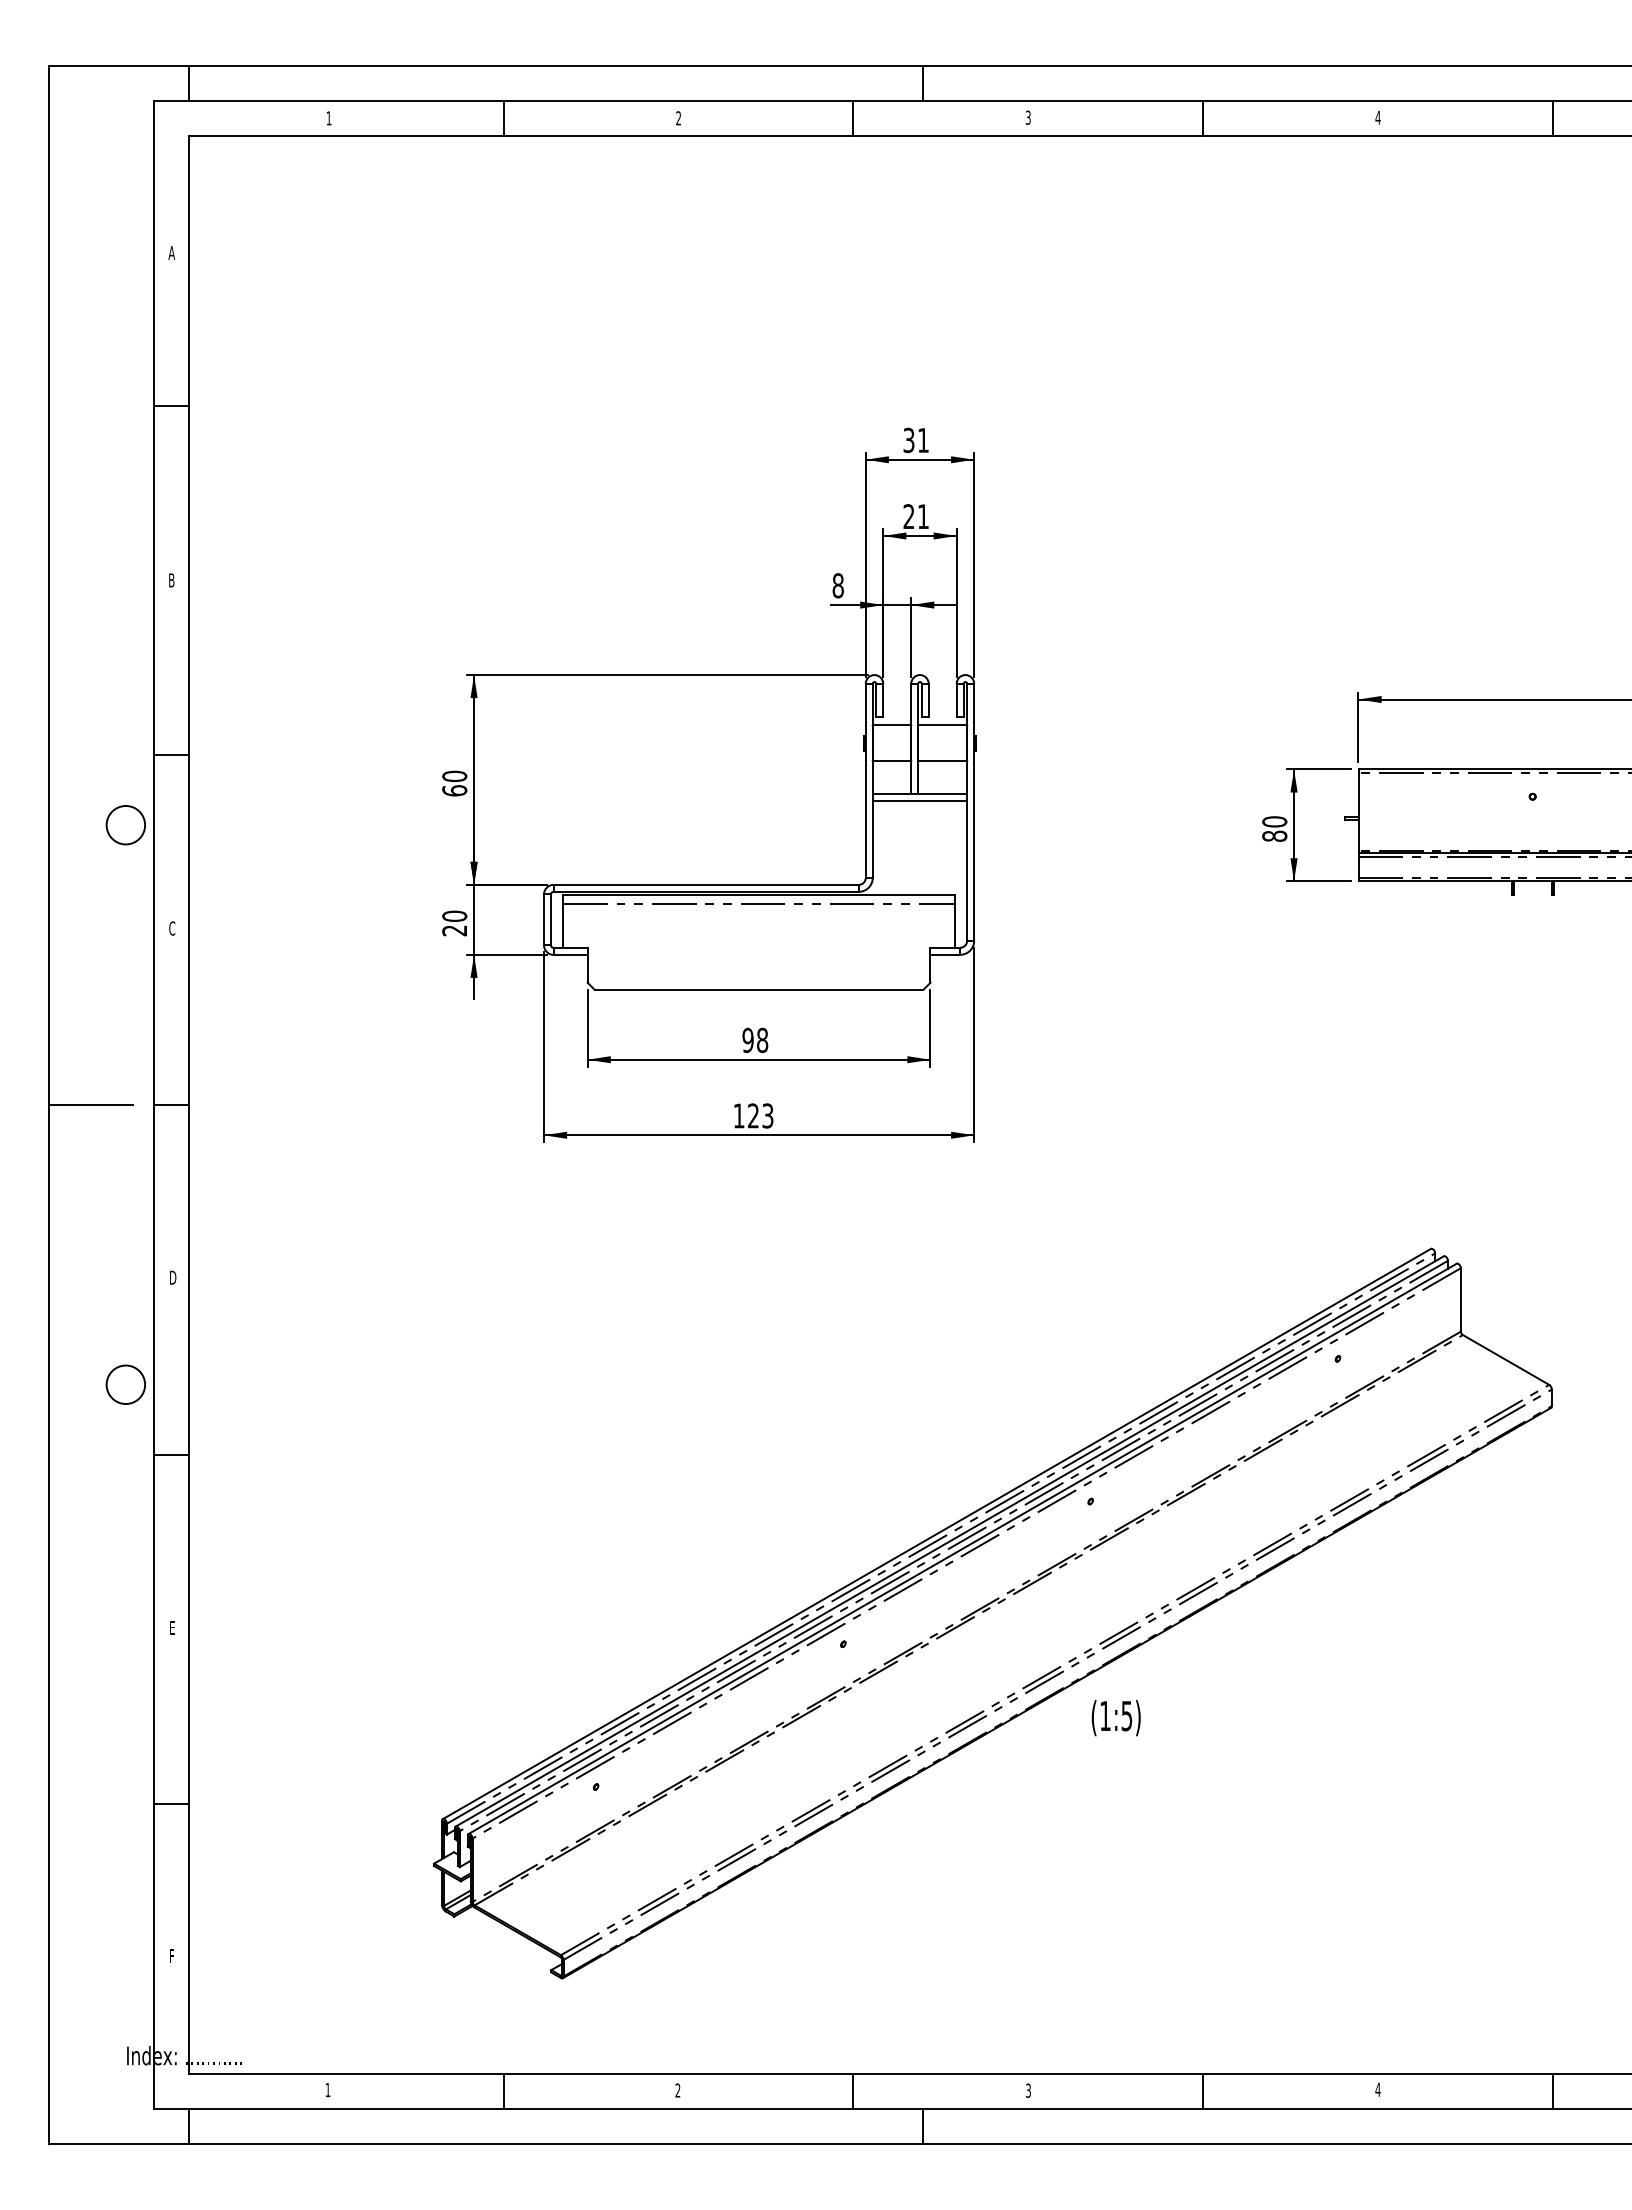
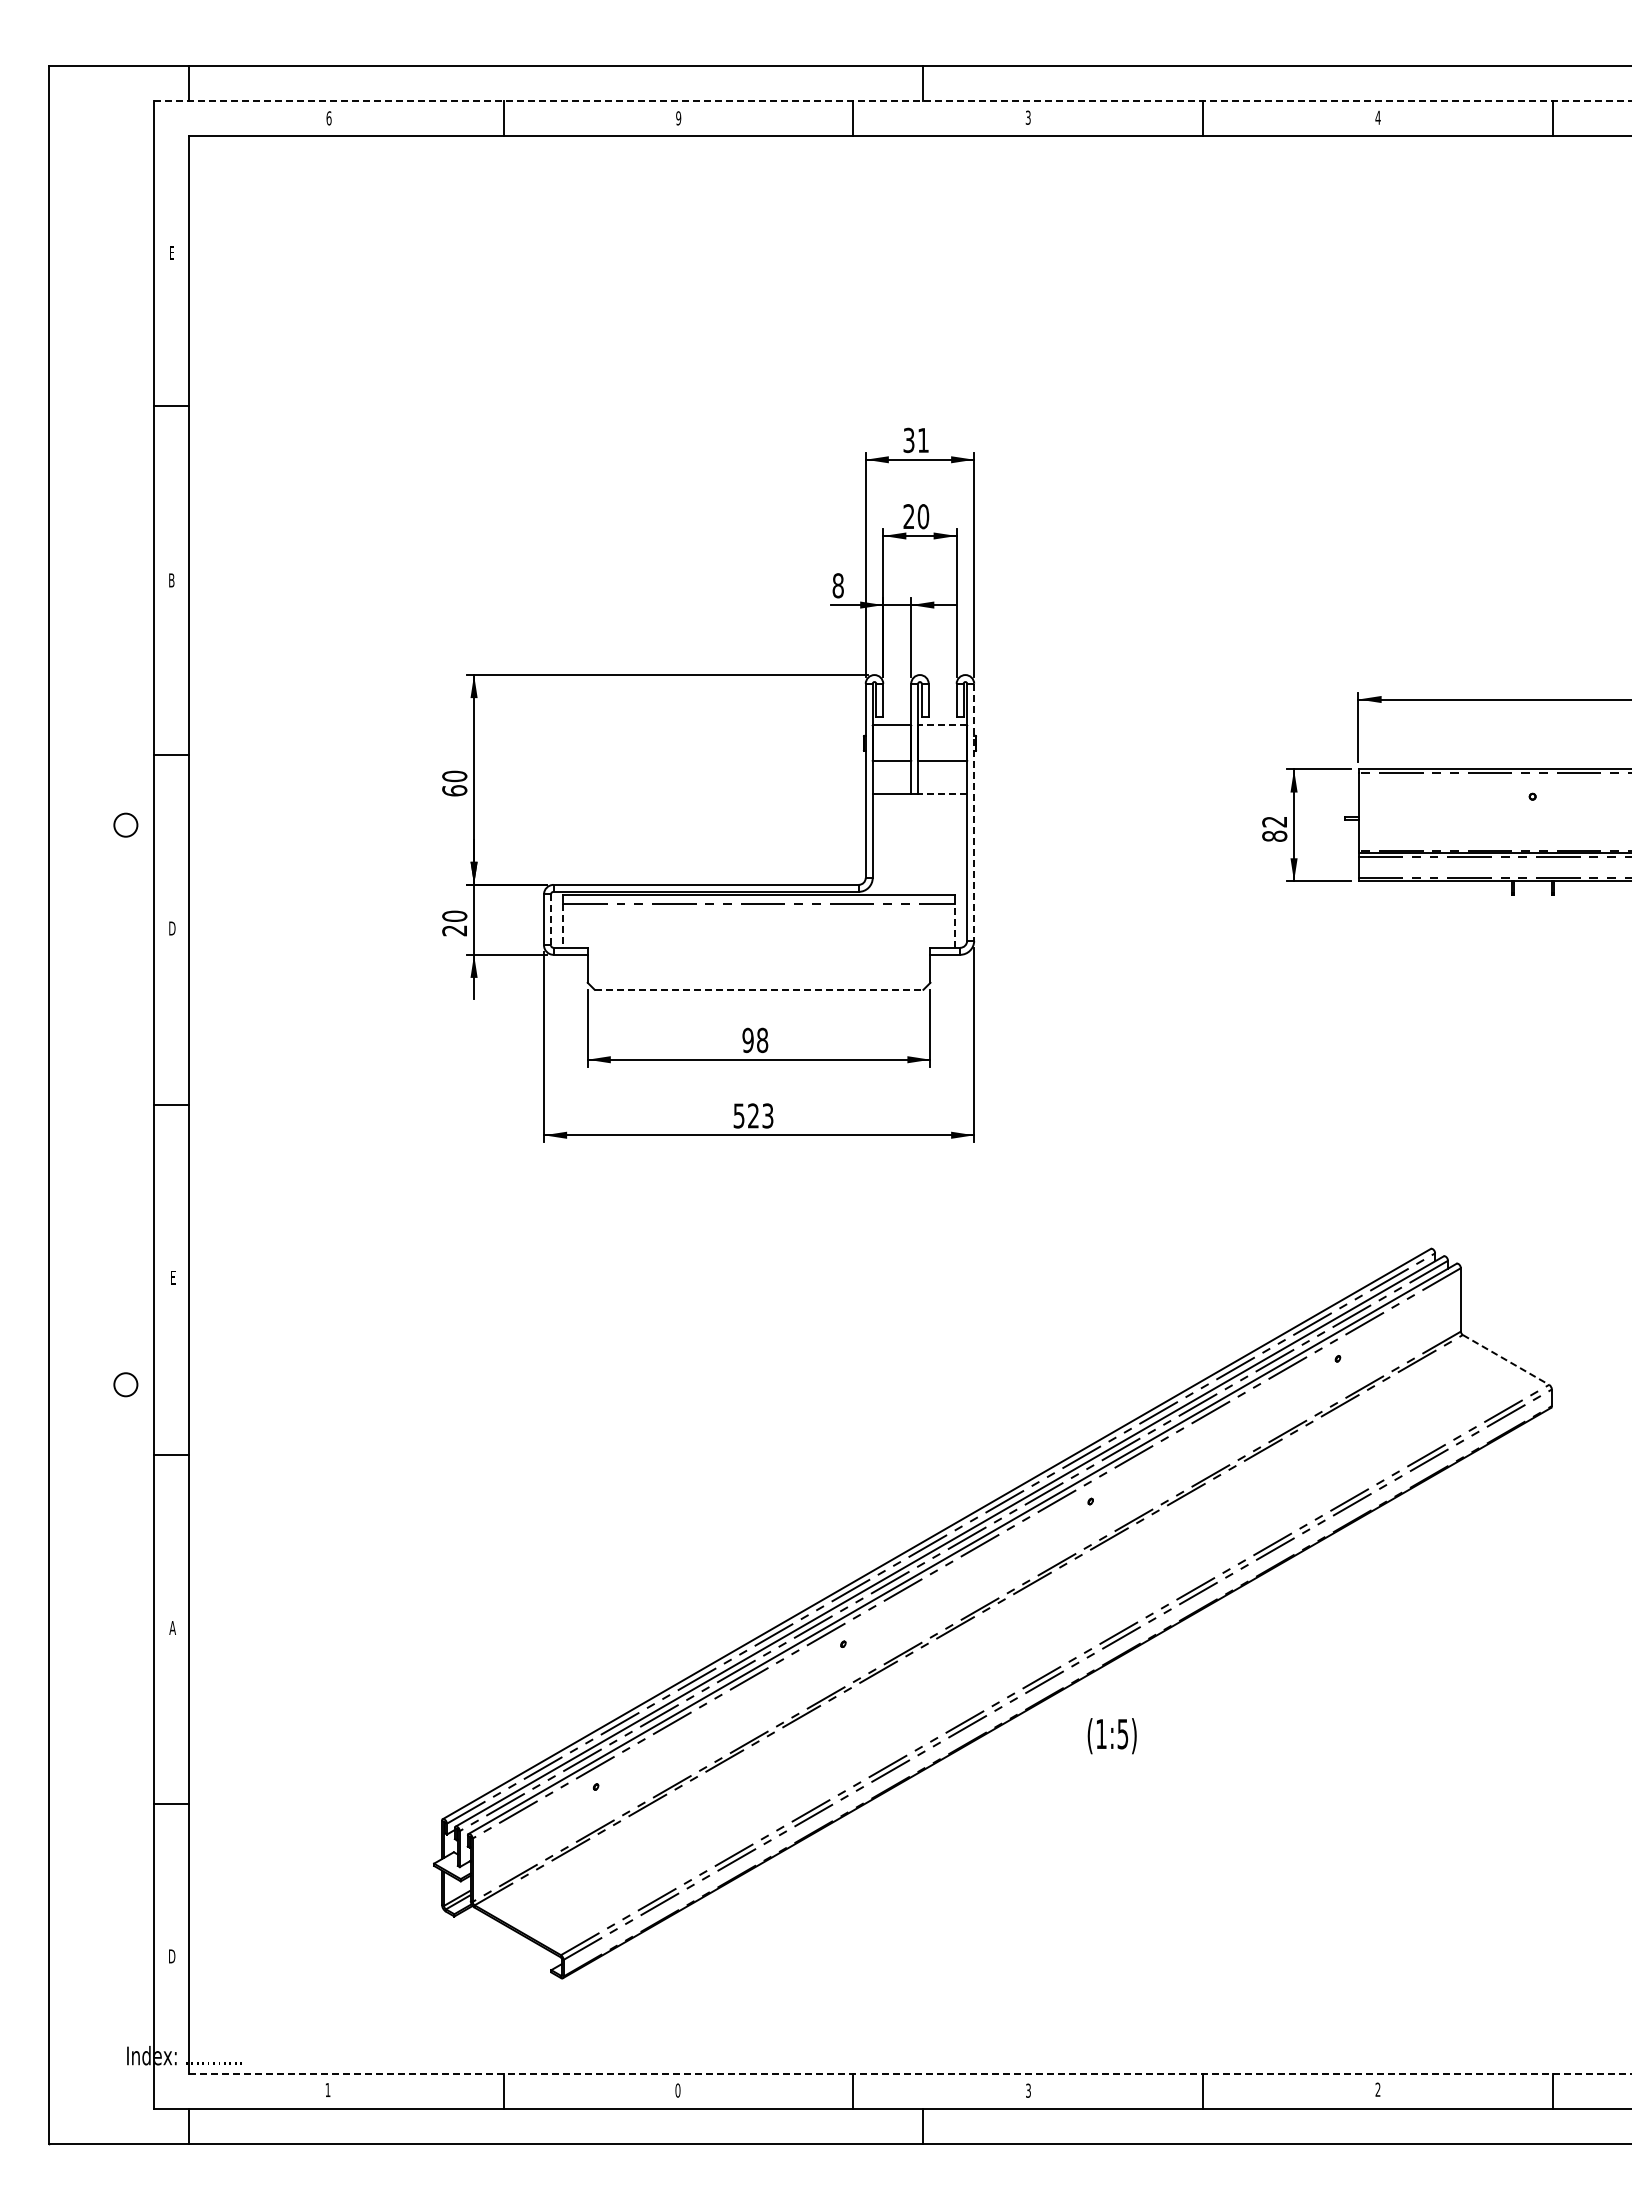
line at (892, 101): solid -> dashed
text at (328, 118): 1 -> 6
text at (678, 118): 2 -> 9
text at (171, 252): A -> E
text at (923, 516): 21 -> 20
line at (942, 725): solid -> dashed
line at (942, 793): solid -> dashed
line at (919, 800): present -> none
line at (974, 812): solid -> dashed
text at (1274, 821): 80 -> 82
circle at (125, 824) diameter: 38 px -> 23 px
line at (551, 919): solid -> dashed
line at (563, 925): solid -> dashed
line at (954, 925): solid -> dashed
text at (172, 928): C -> D
line at (759, 989): solid -> dashed
line at (90, 1105): present -> none
text at (738, 1115): 123 -> 523
text at (173, 1277): D -> E
line at (1506, 1359): solid -> dashed
circle at (125, 1384) diameter: 38 px -> 23 px
text at (172, 1627): E -> A
text at (1115, 1718) position: (1115, 1718) -> (1111, 1736)
text at (172, 1956): F -> D
line at (910, 2073): solid -> dashed
text at (1377, 2089): 4 -> 2
text at (677, 2090): 2 -> 0
